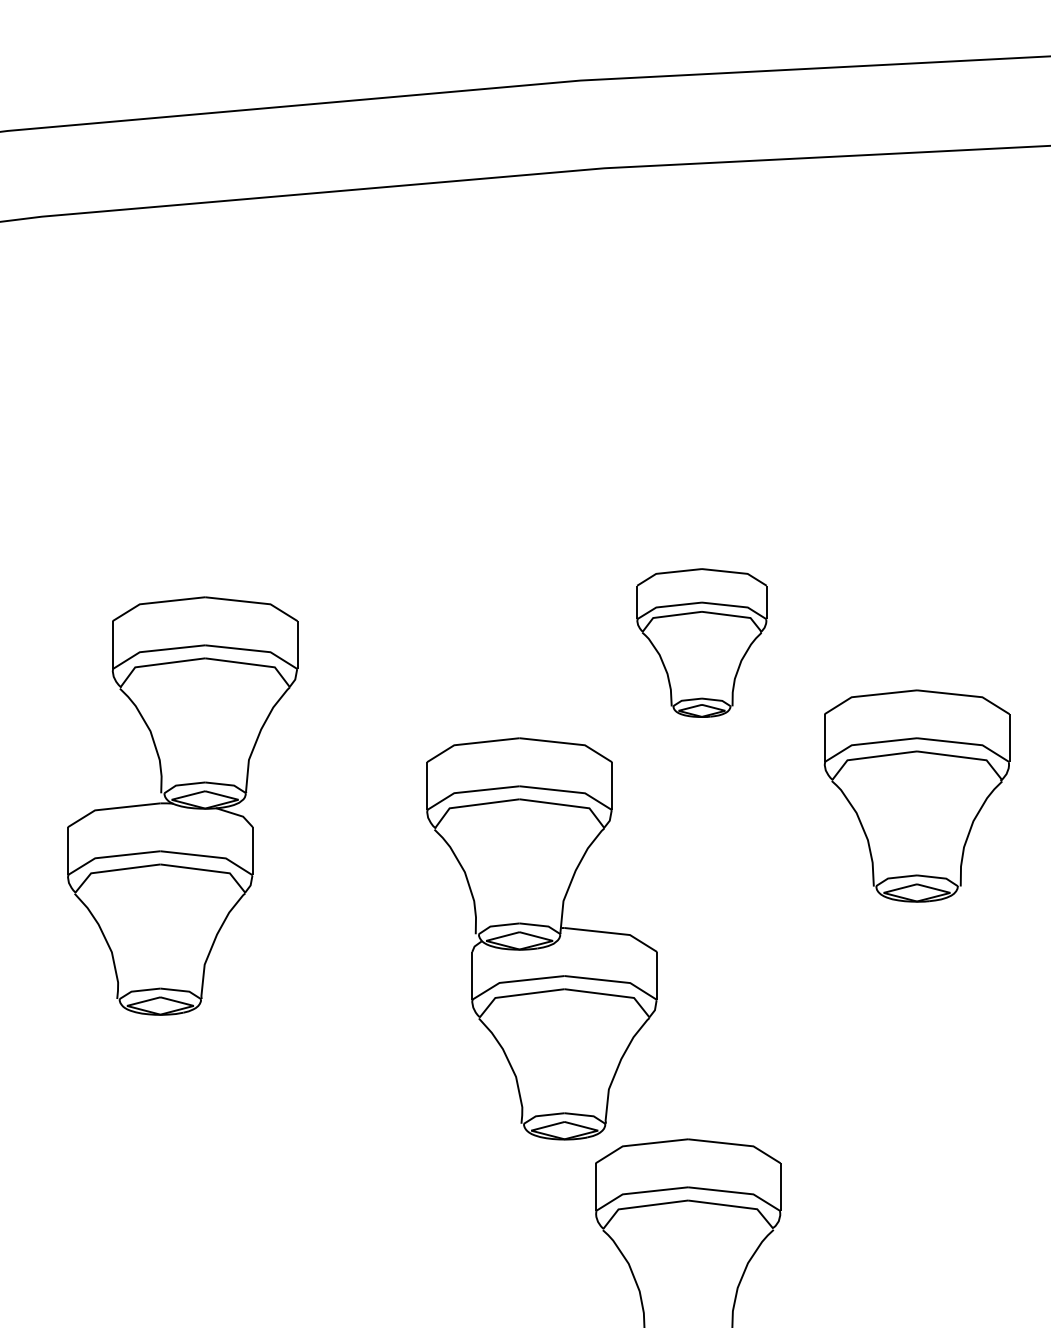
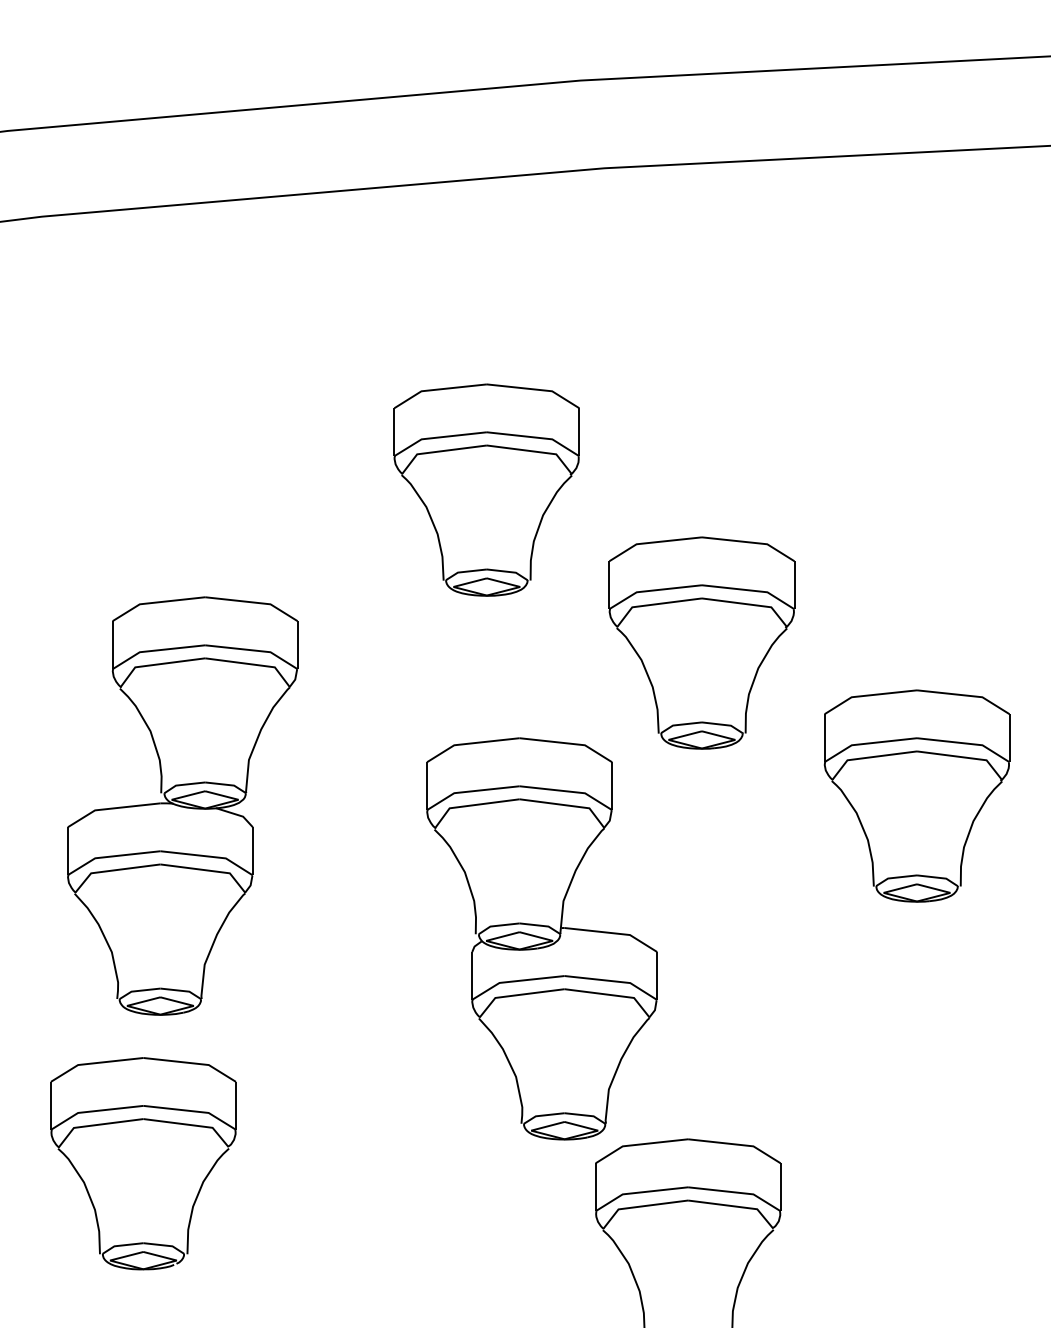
part at (486, 489): none -> present
part at (701, 642) size: 132x150 px -> 188x214 px
part at (134, 1121): none -> present
